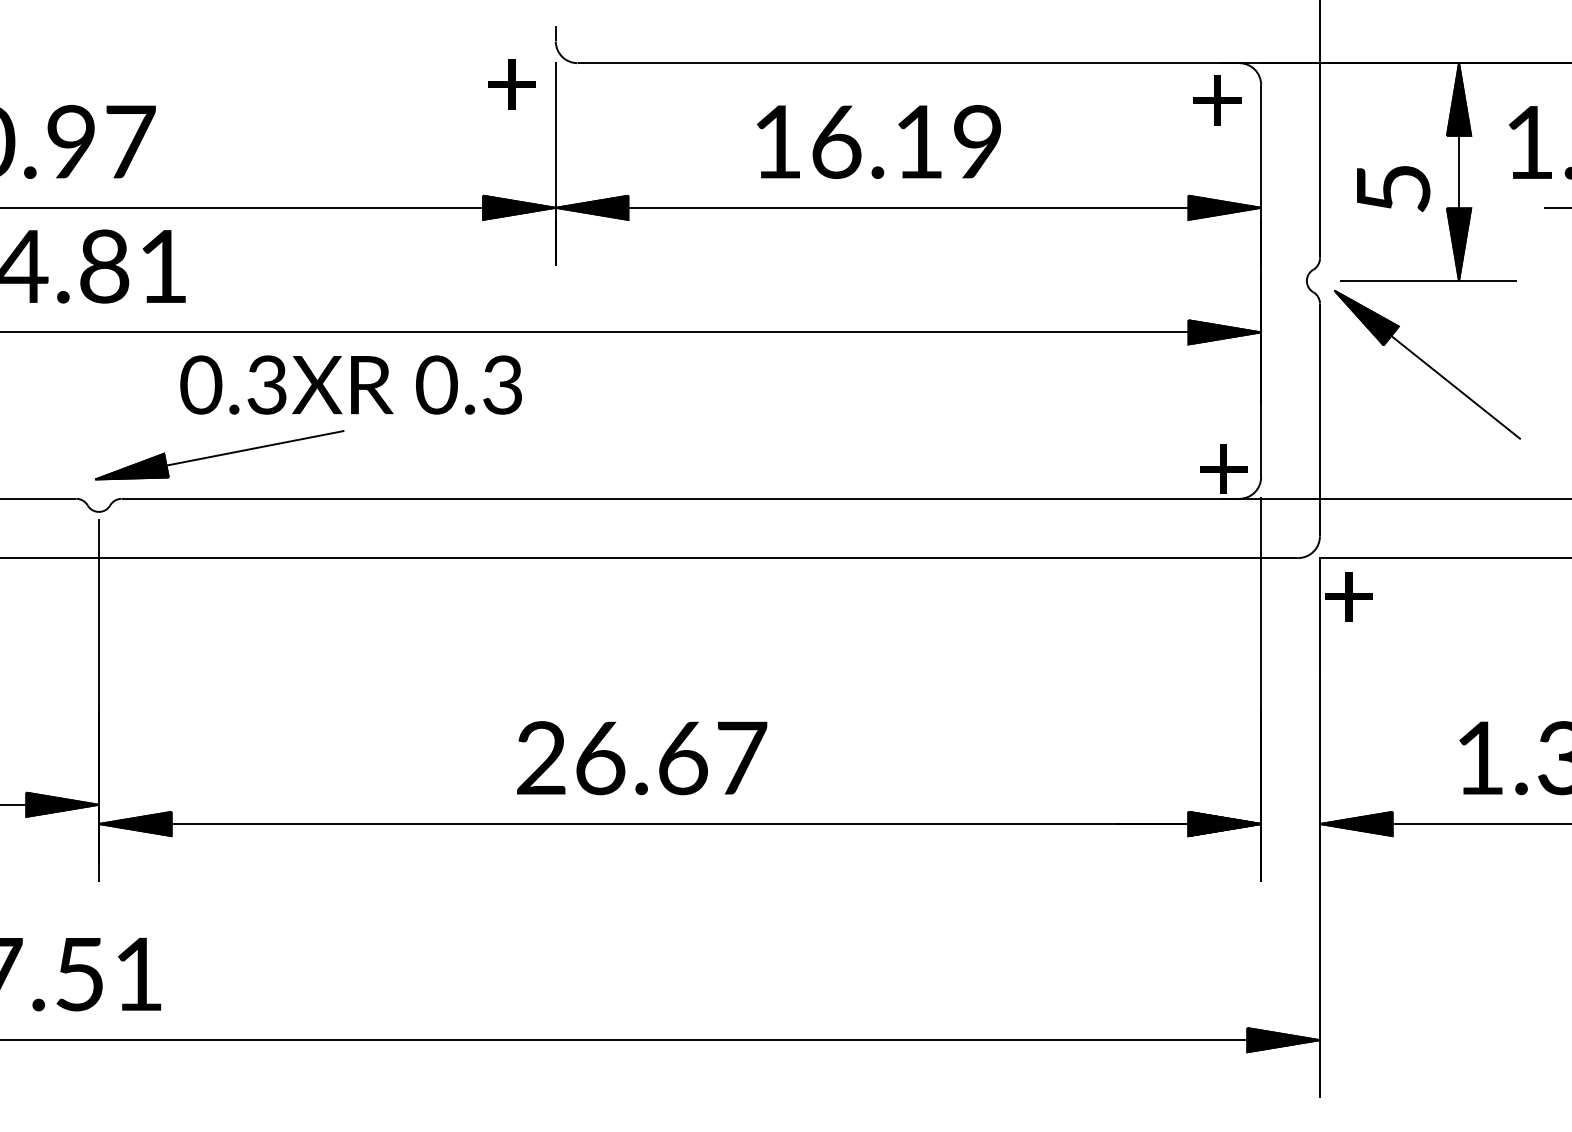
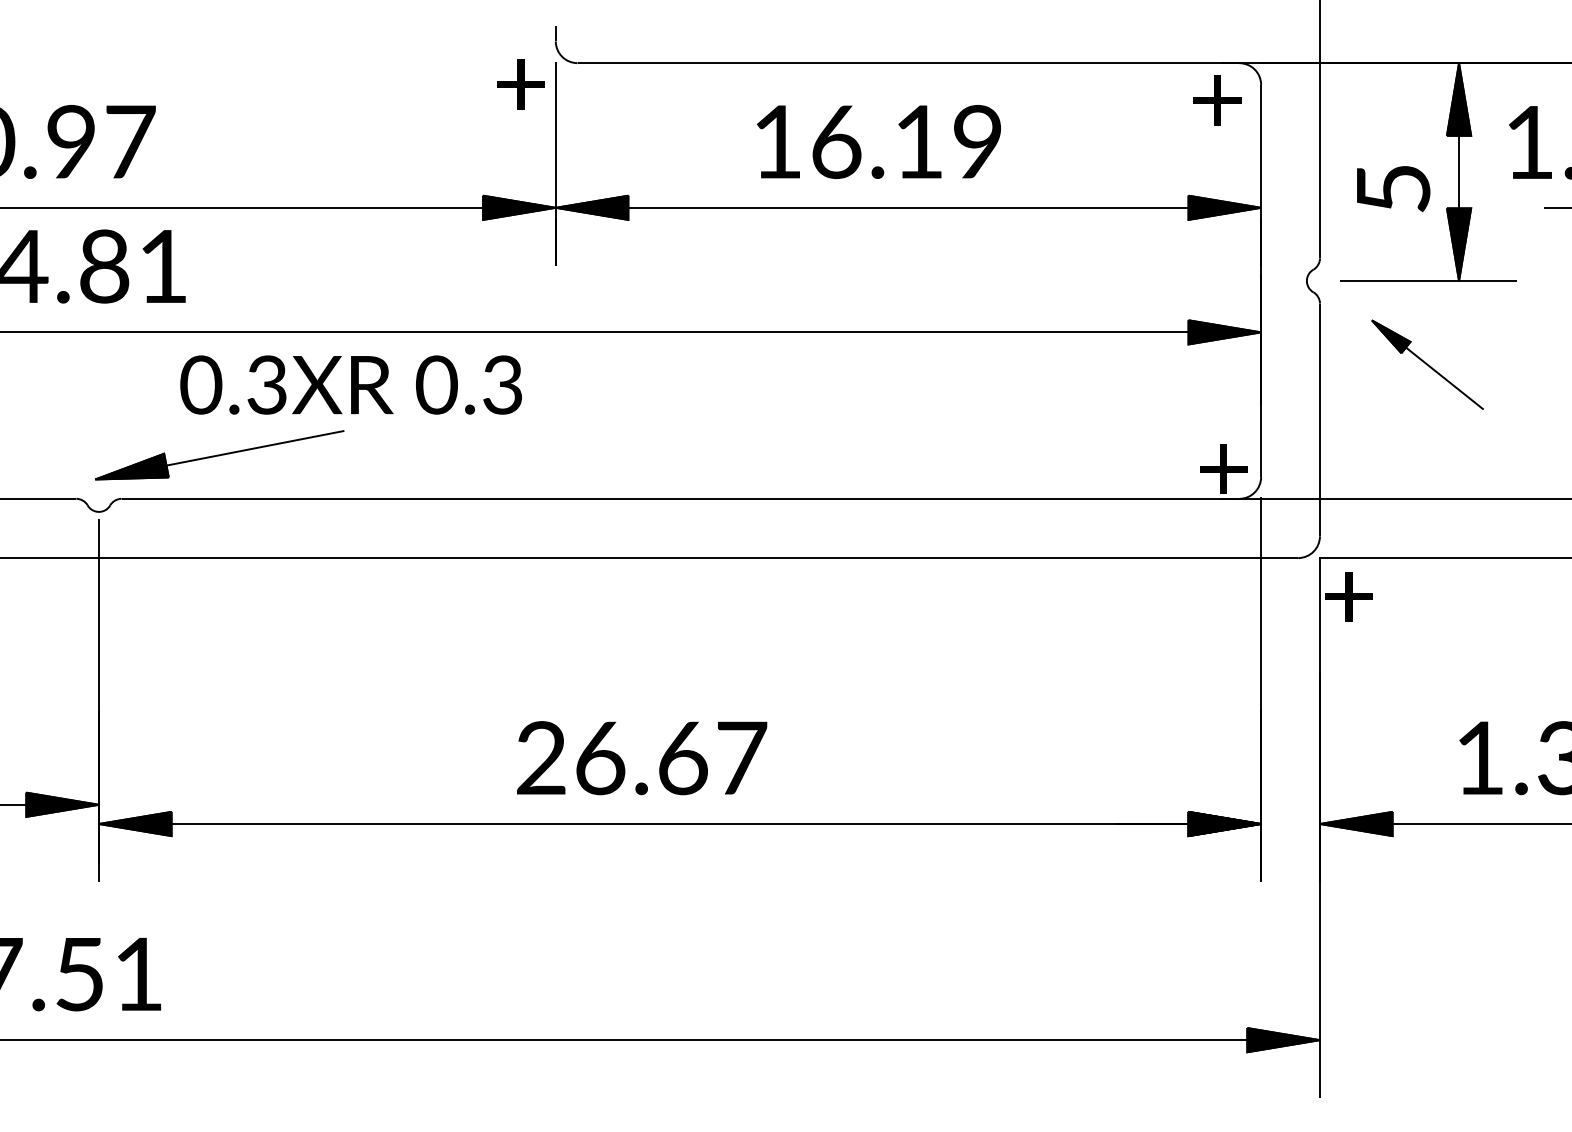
part at (511, 84) position: (511, 84) -> (520, 84)
part at (1427, 364) size: 188x150 px -> 113x91 px
